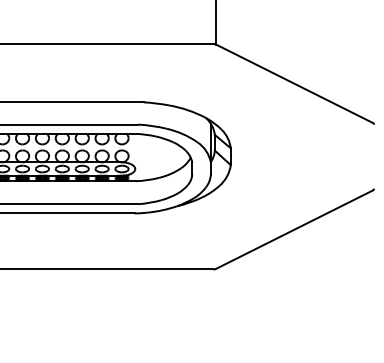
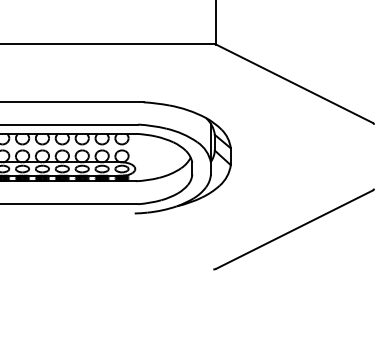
line at (68, 213): present -> none
line at (107, 269): present -> none
